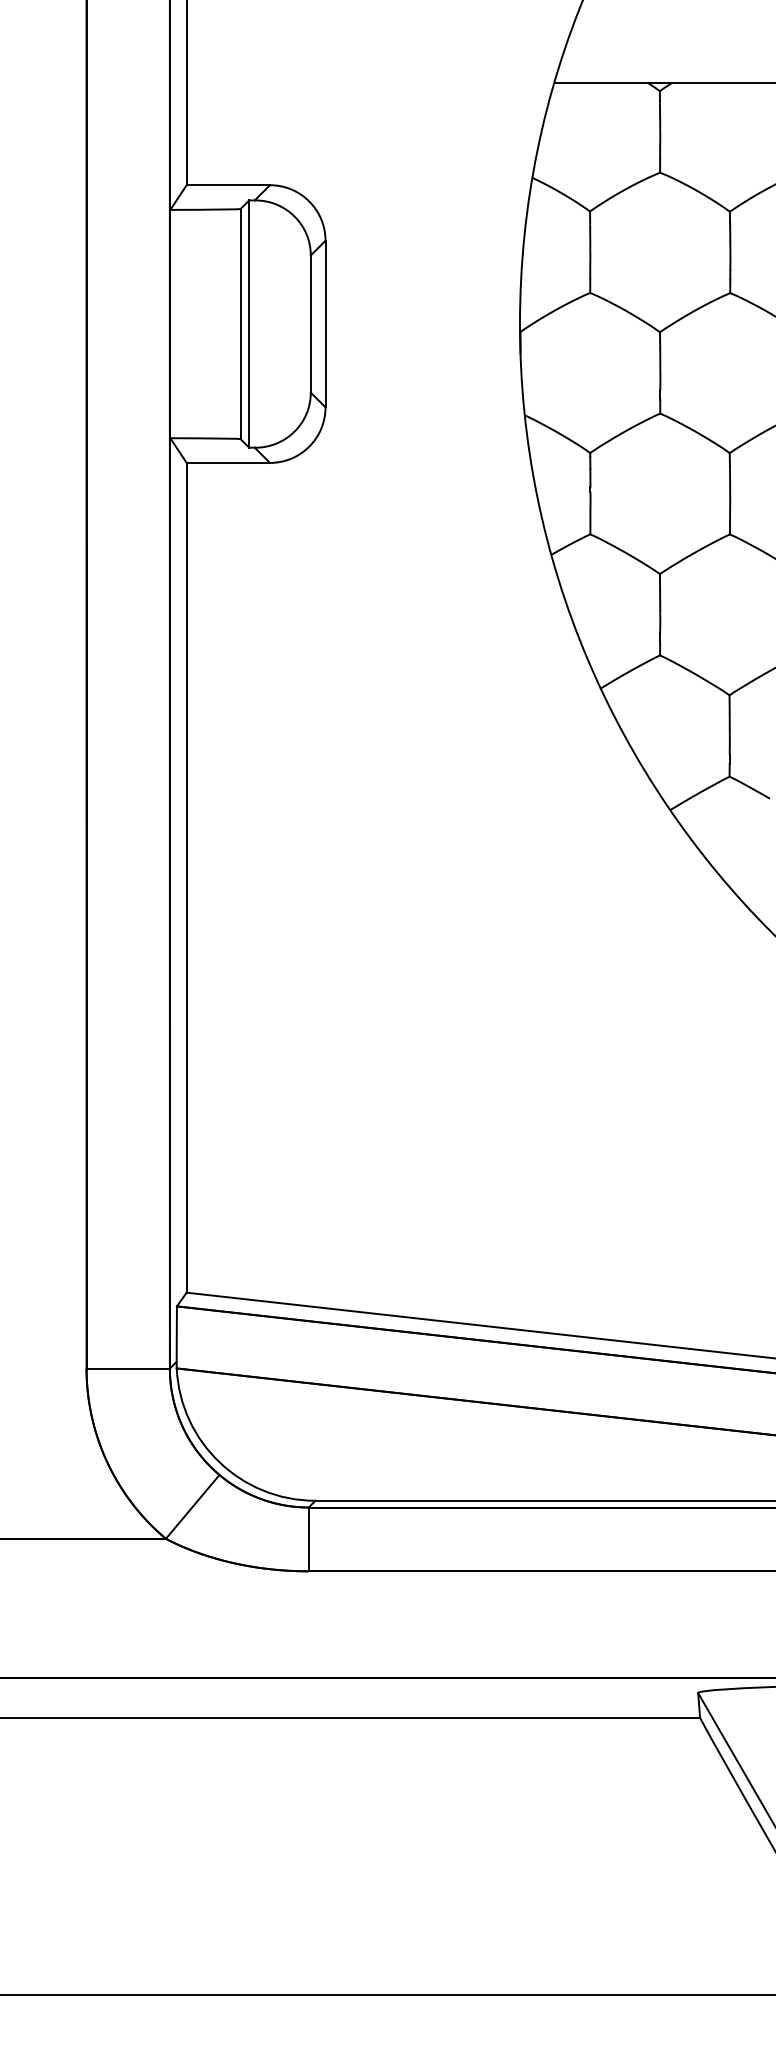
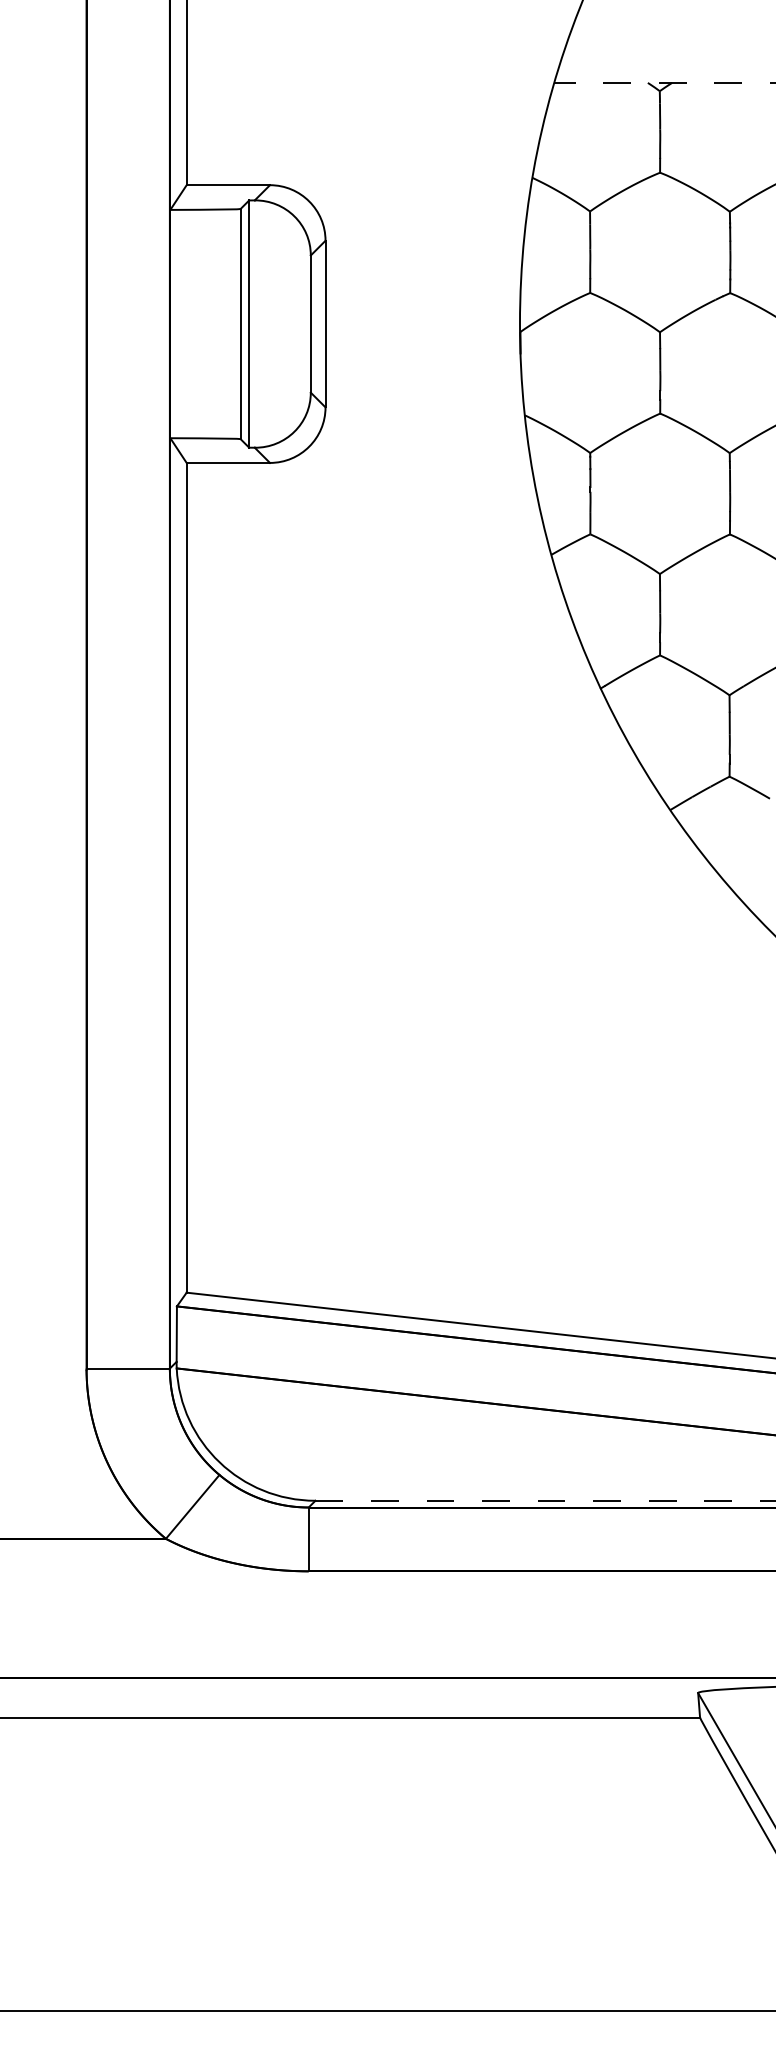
line at (665, 82): solid -> dashed
line at (545, 1500): solid -> dashed
line at (387, 1995) position: (387, 1995) -> (387, 2011)
